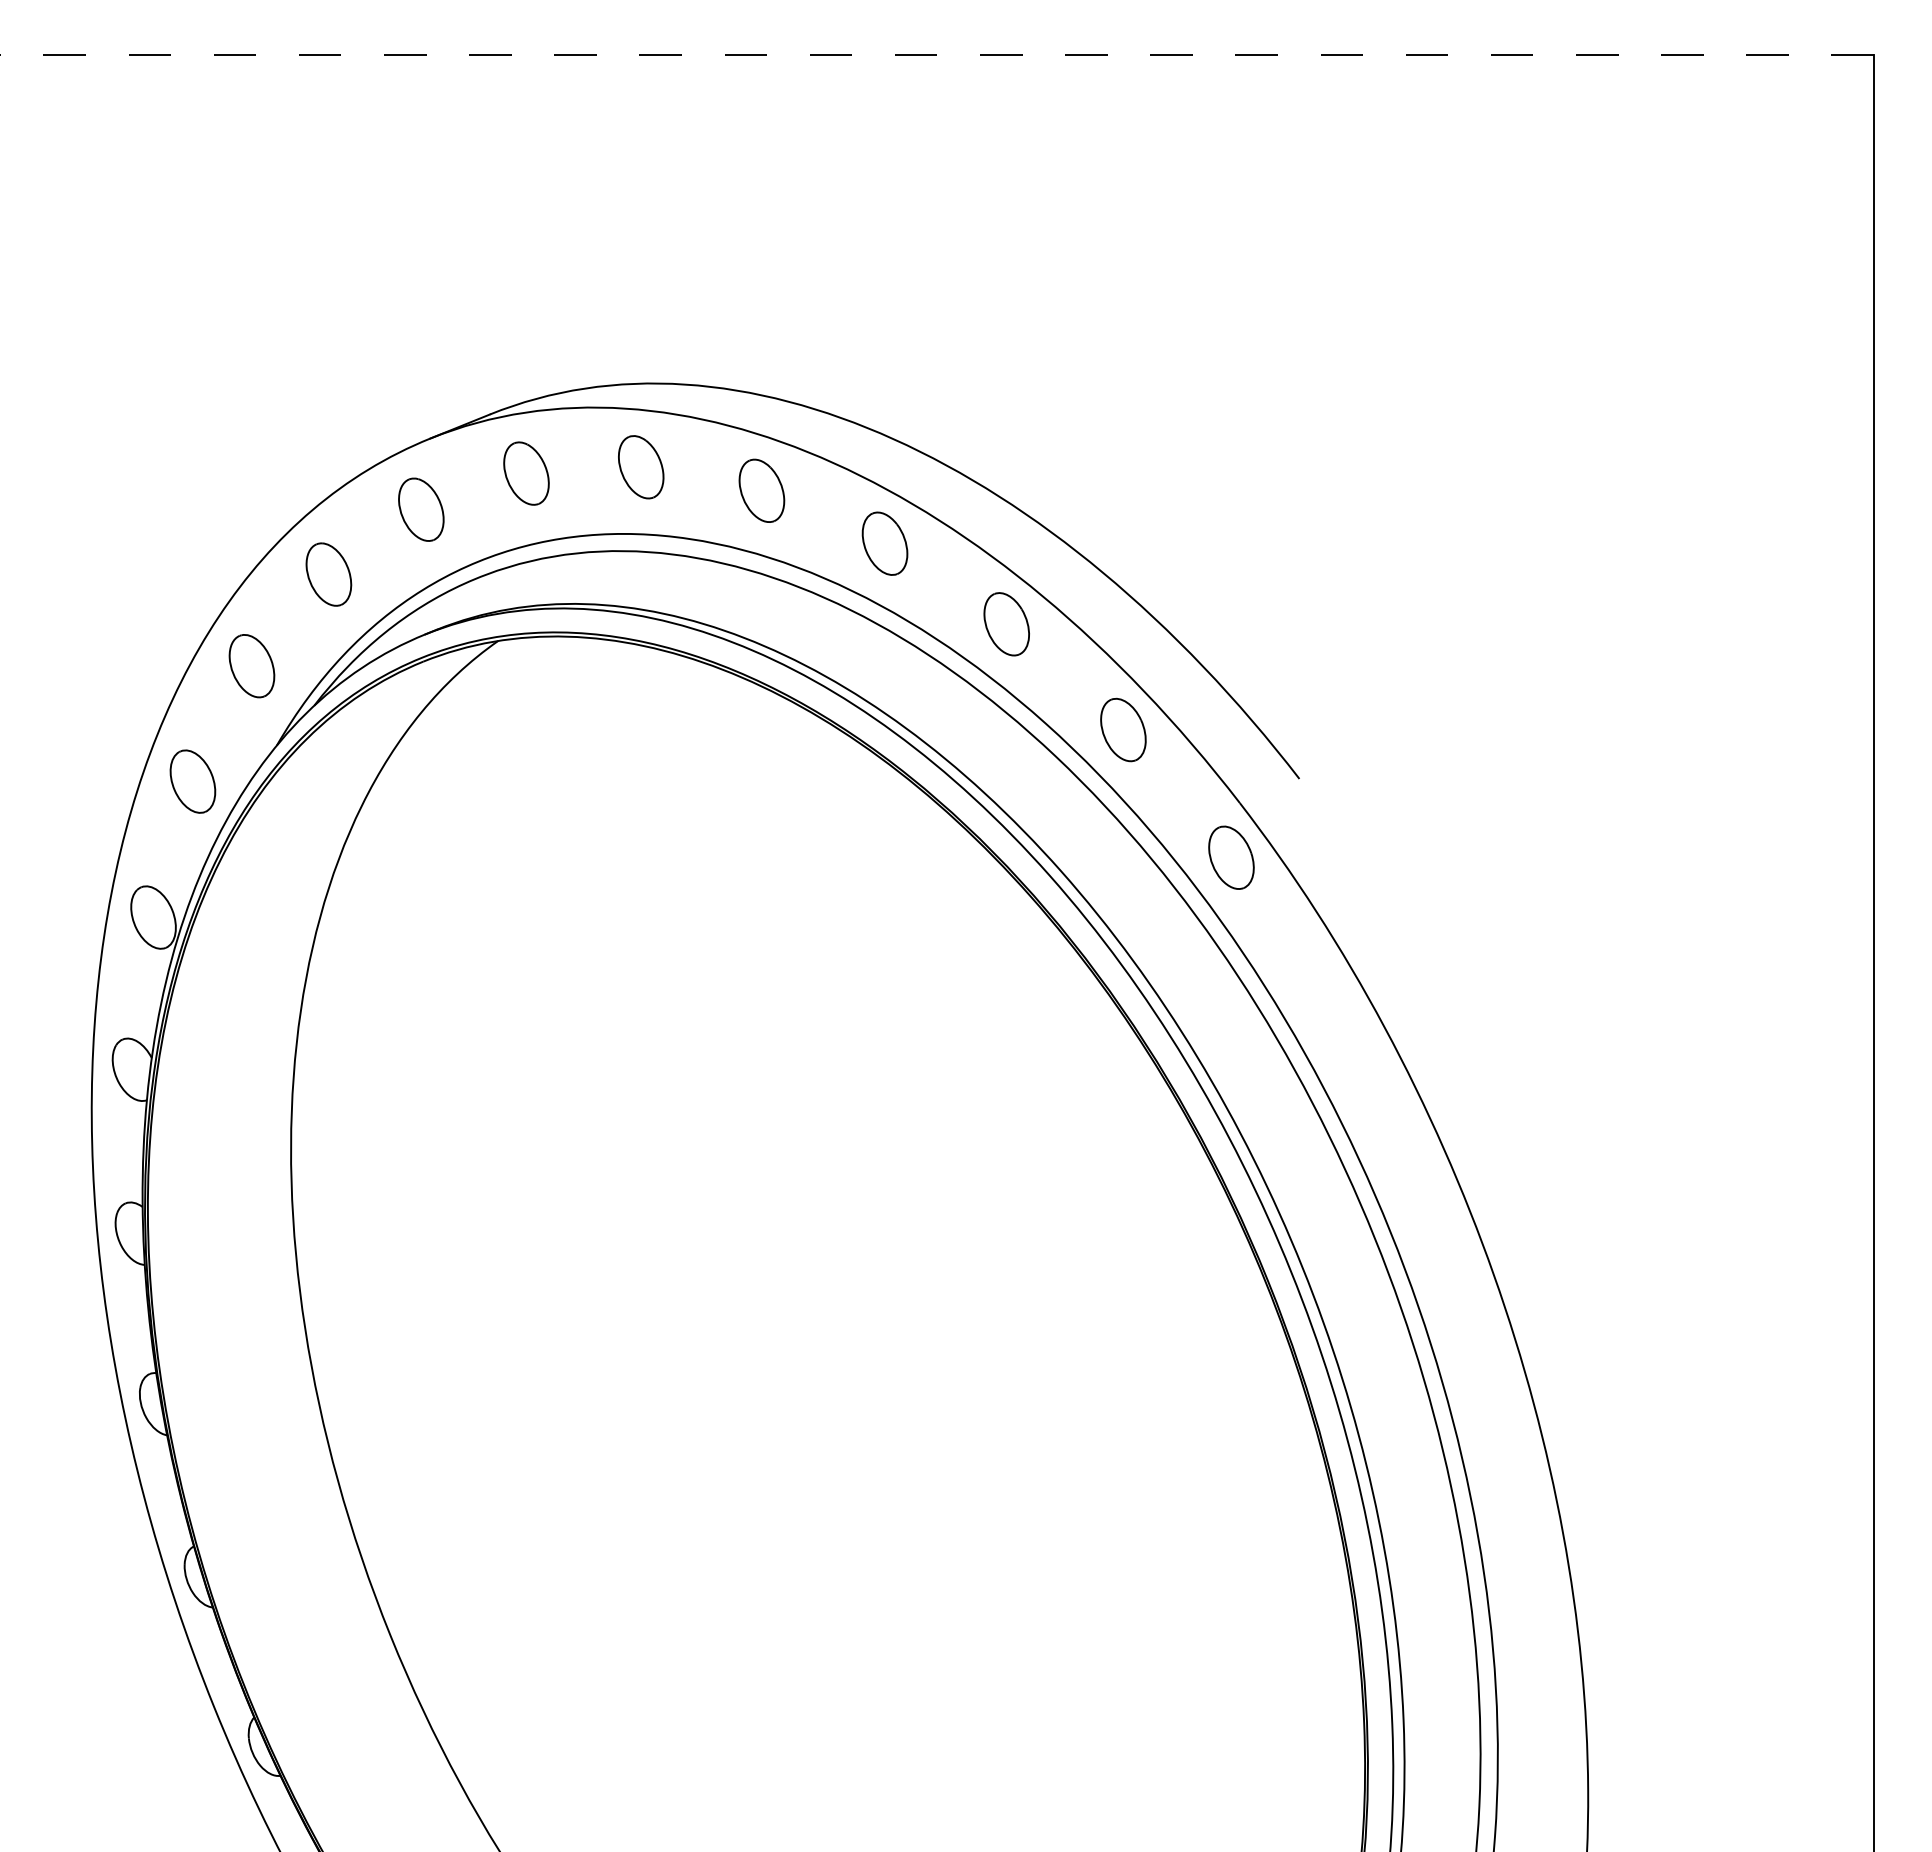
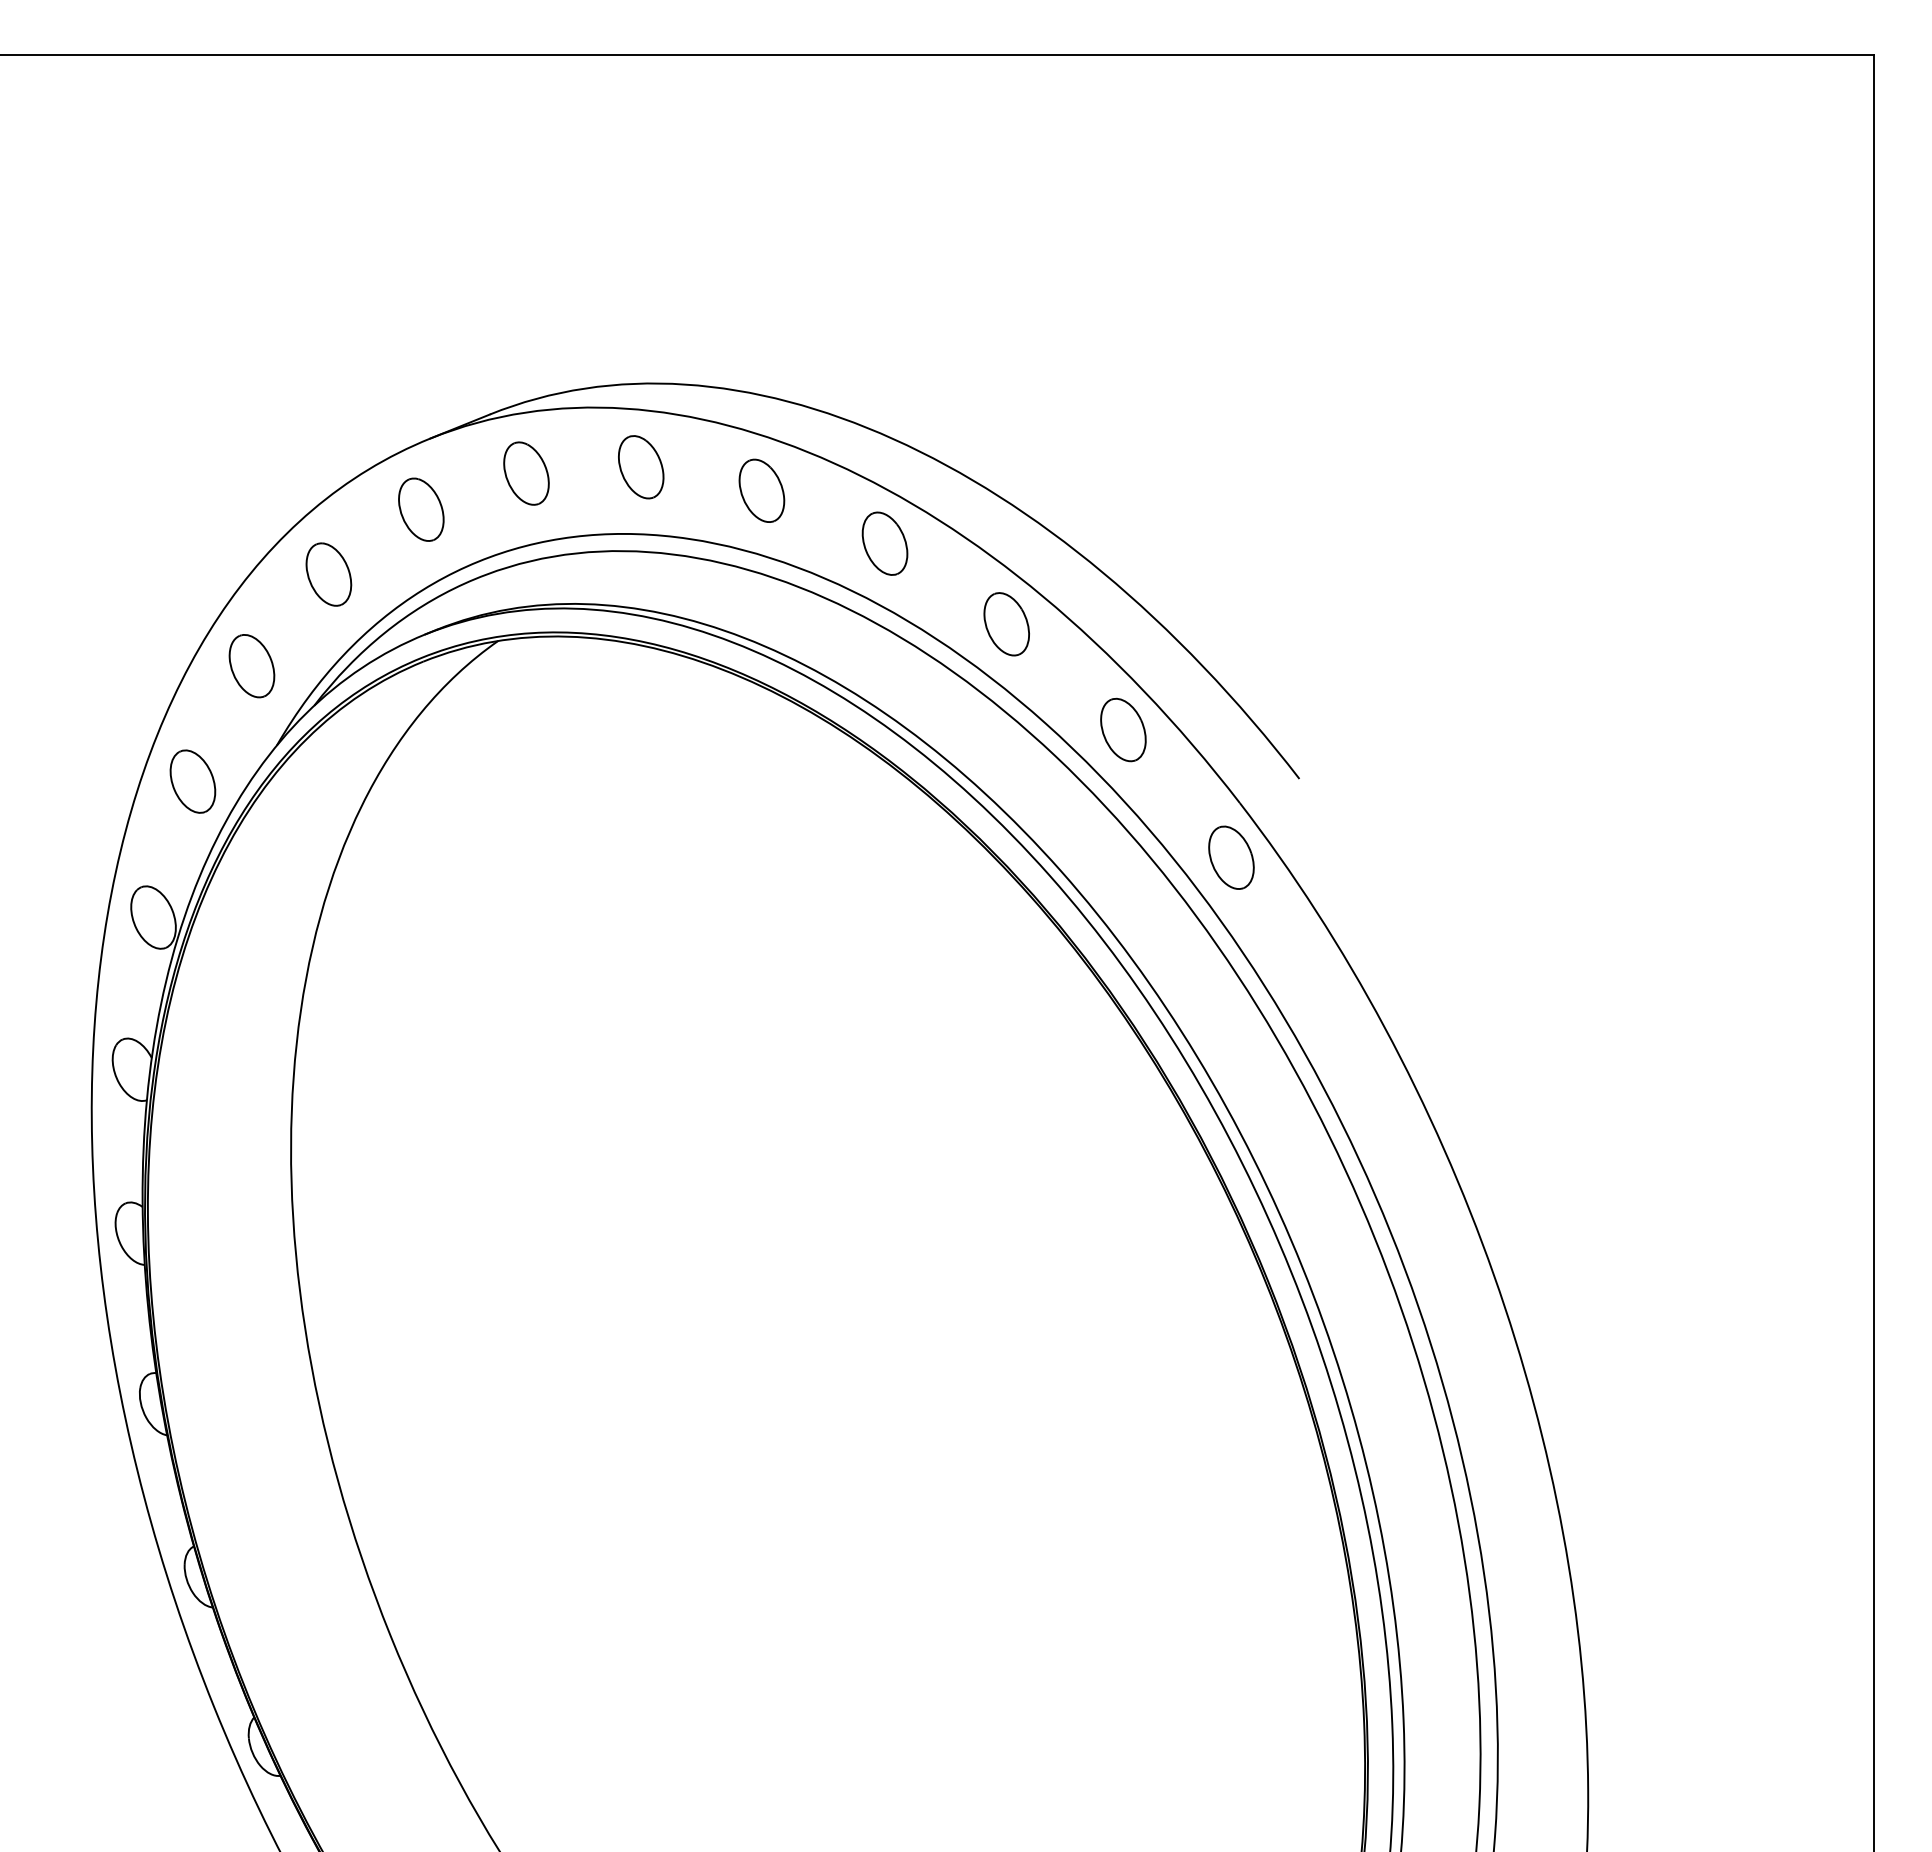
line at (937, 55): dashed -> solid
